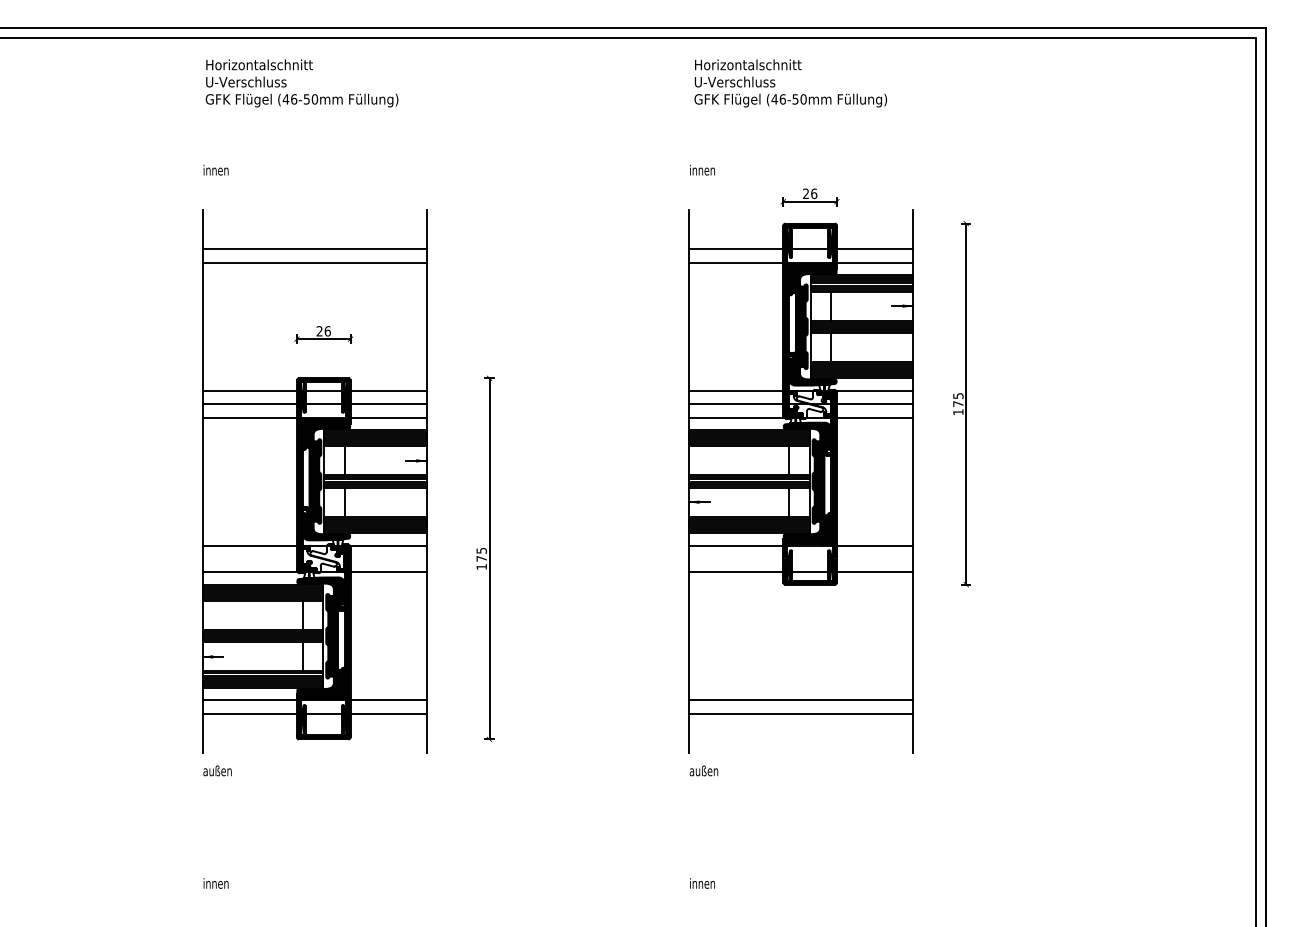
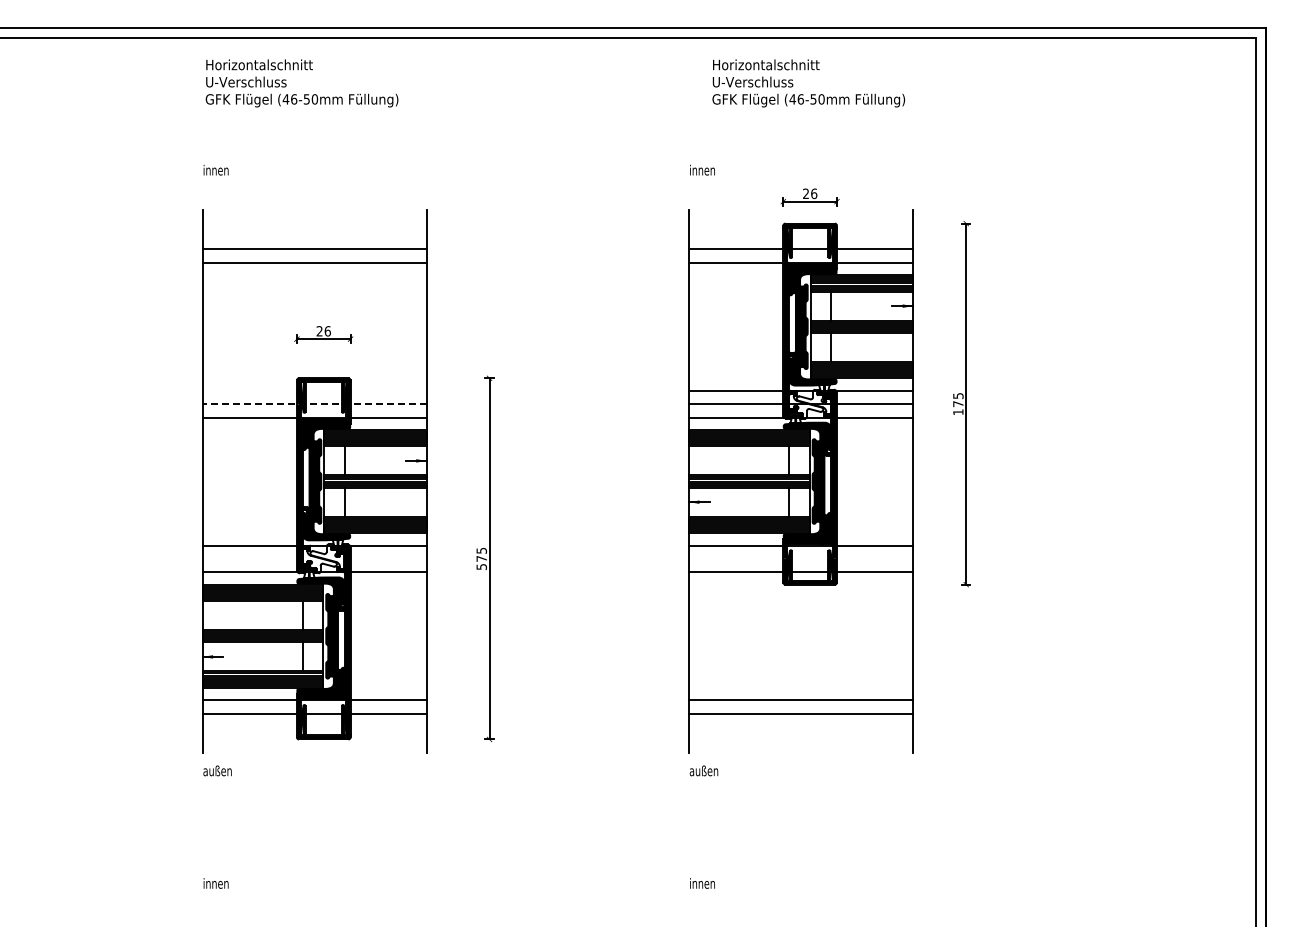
text at (790, 83) position: (790, 83) -> (808, 83)
line at (314, 390): present -> none
line at (314, 404): solid -> dashed
text at (481, 566): 175 -> 575
